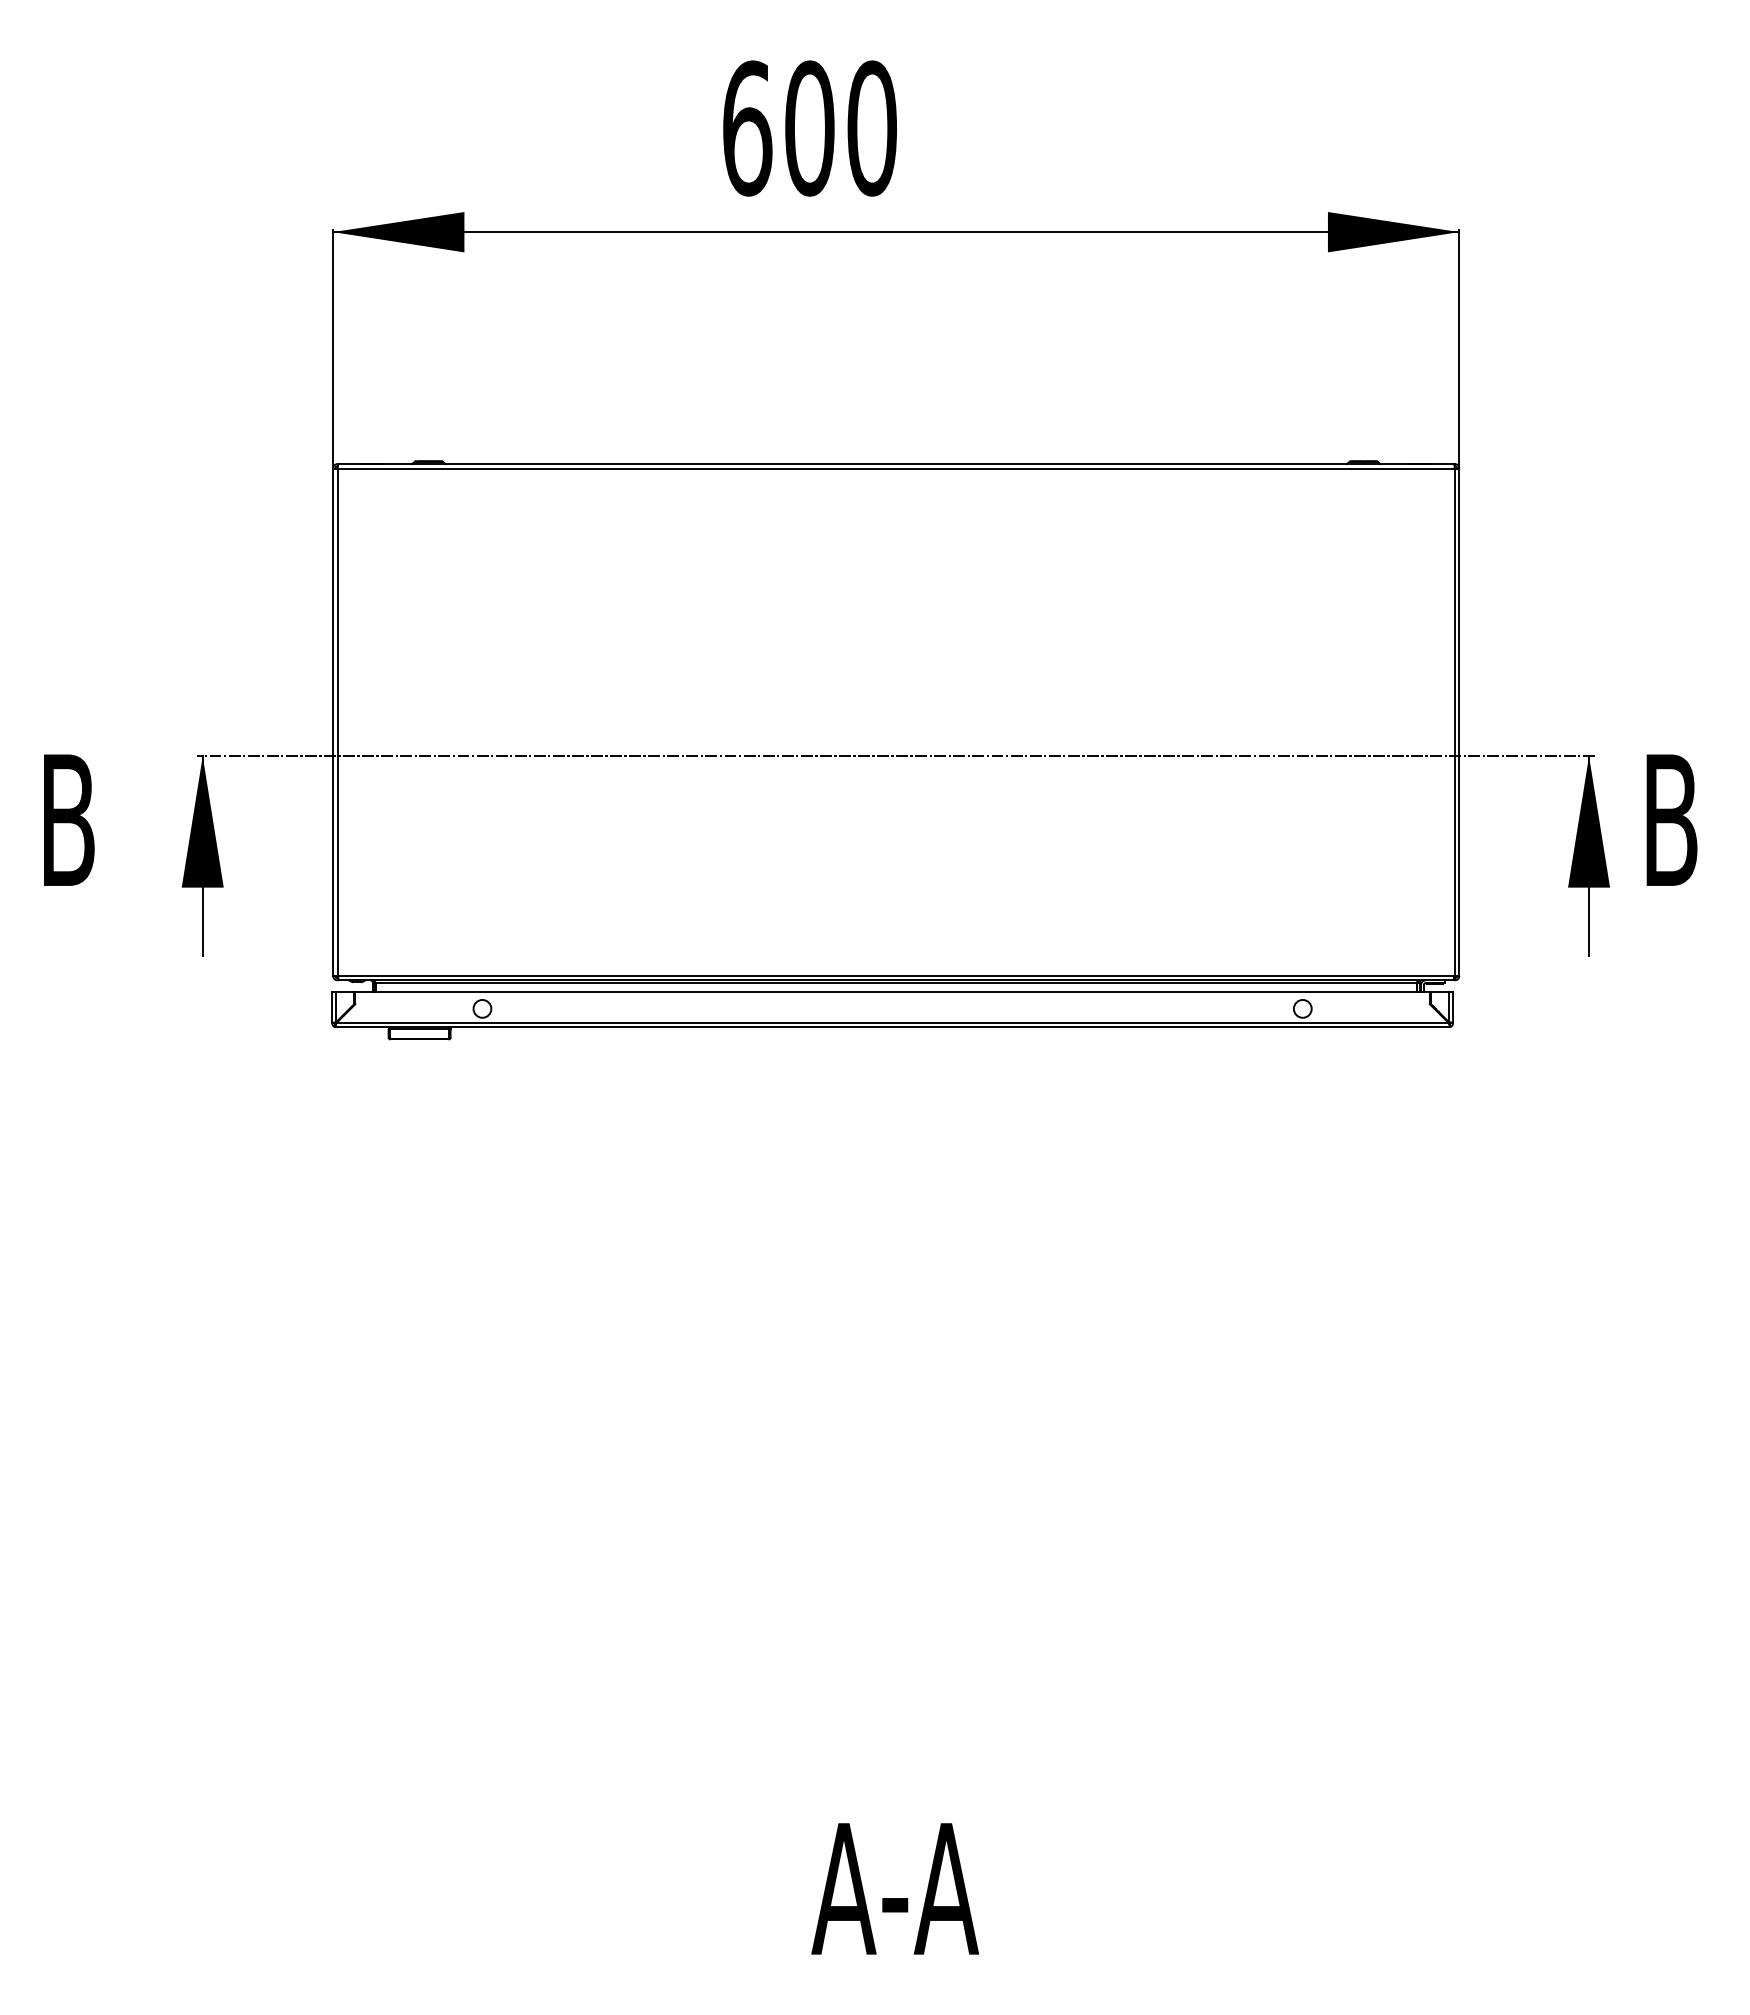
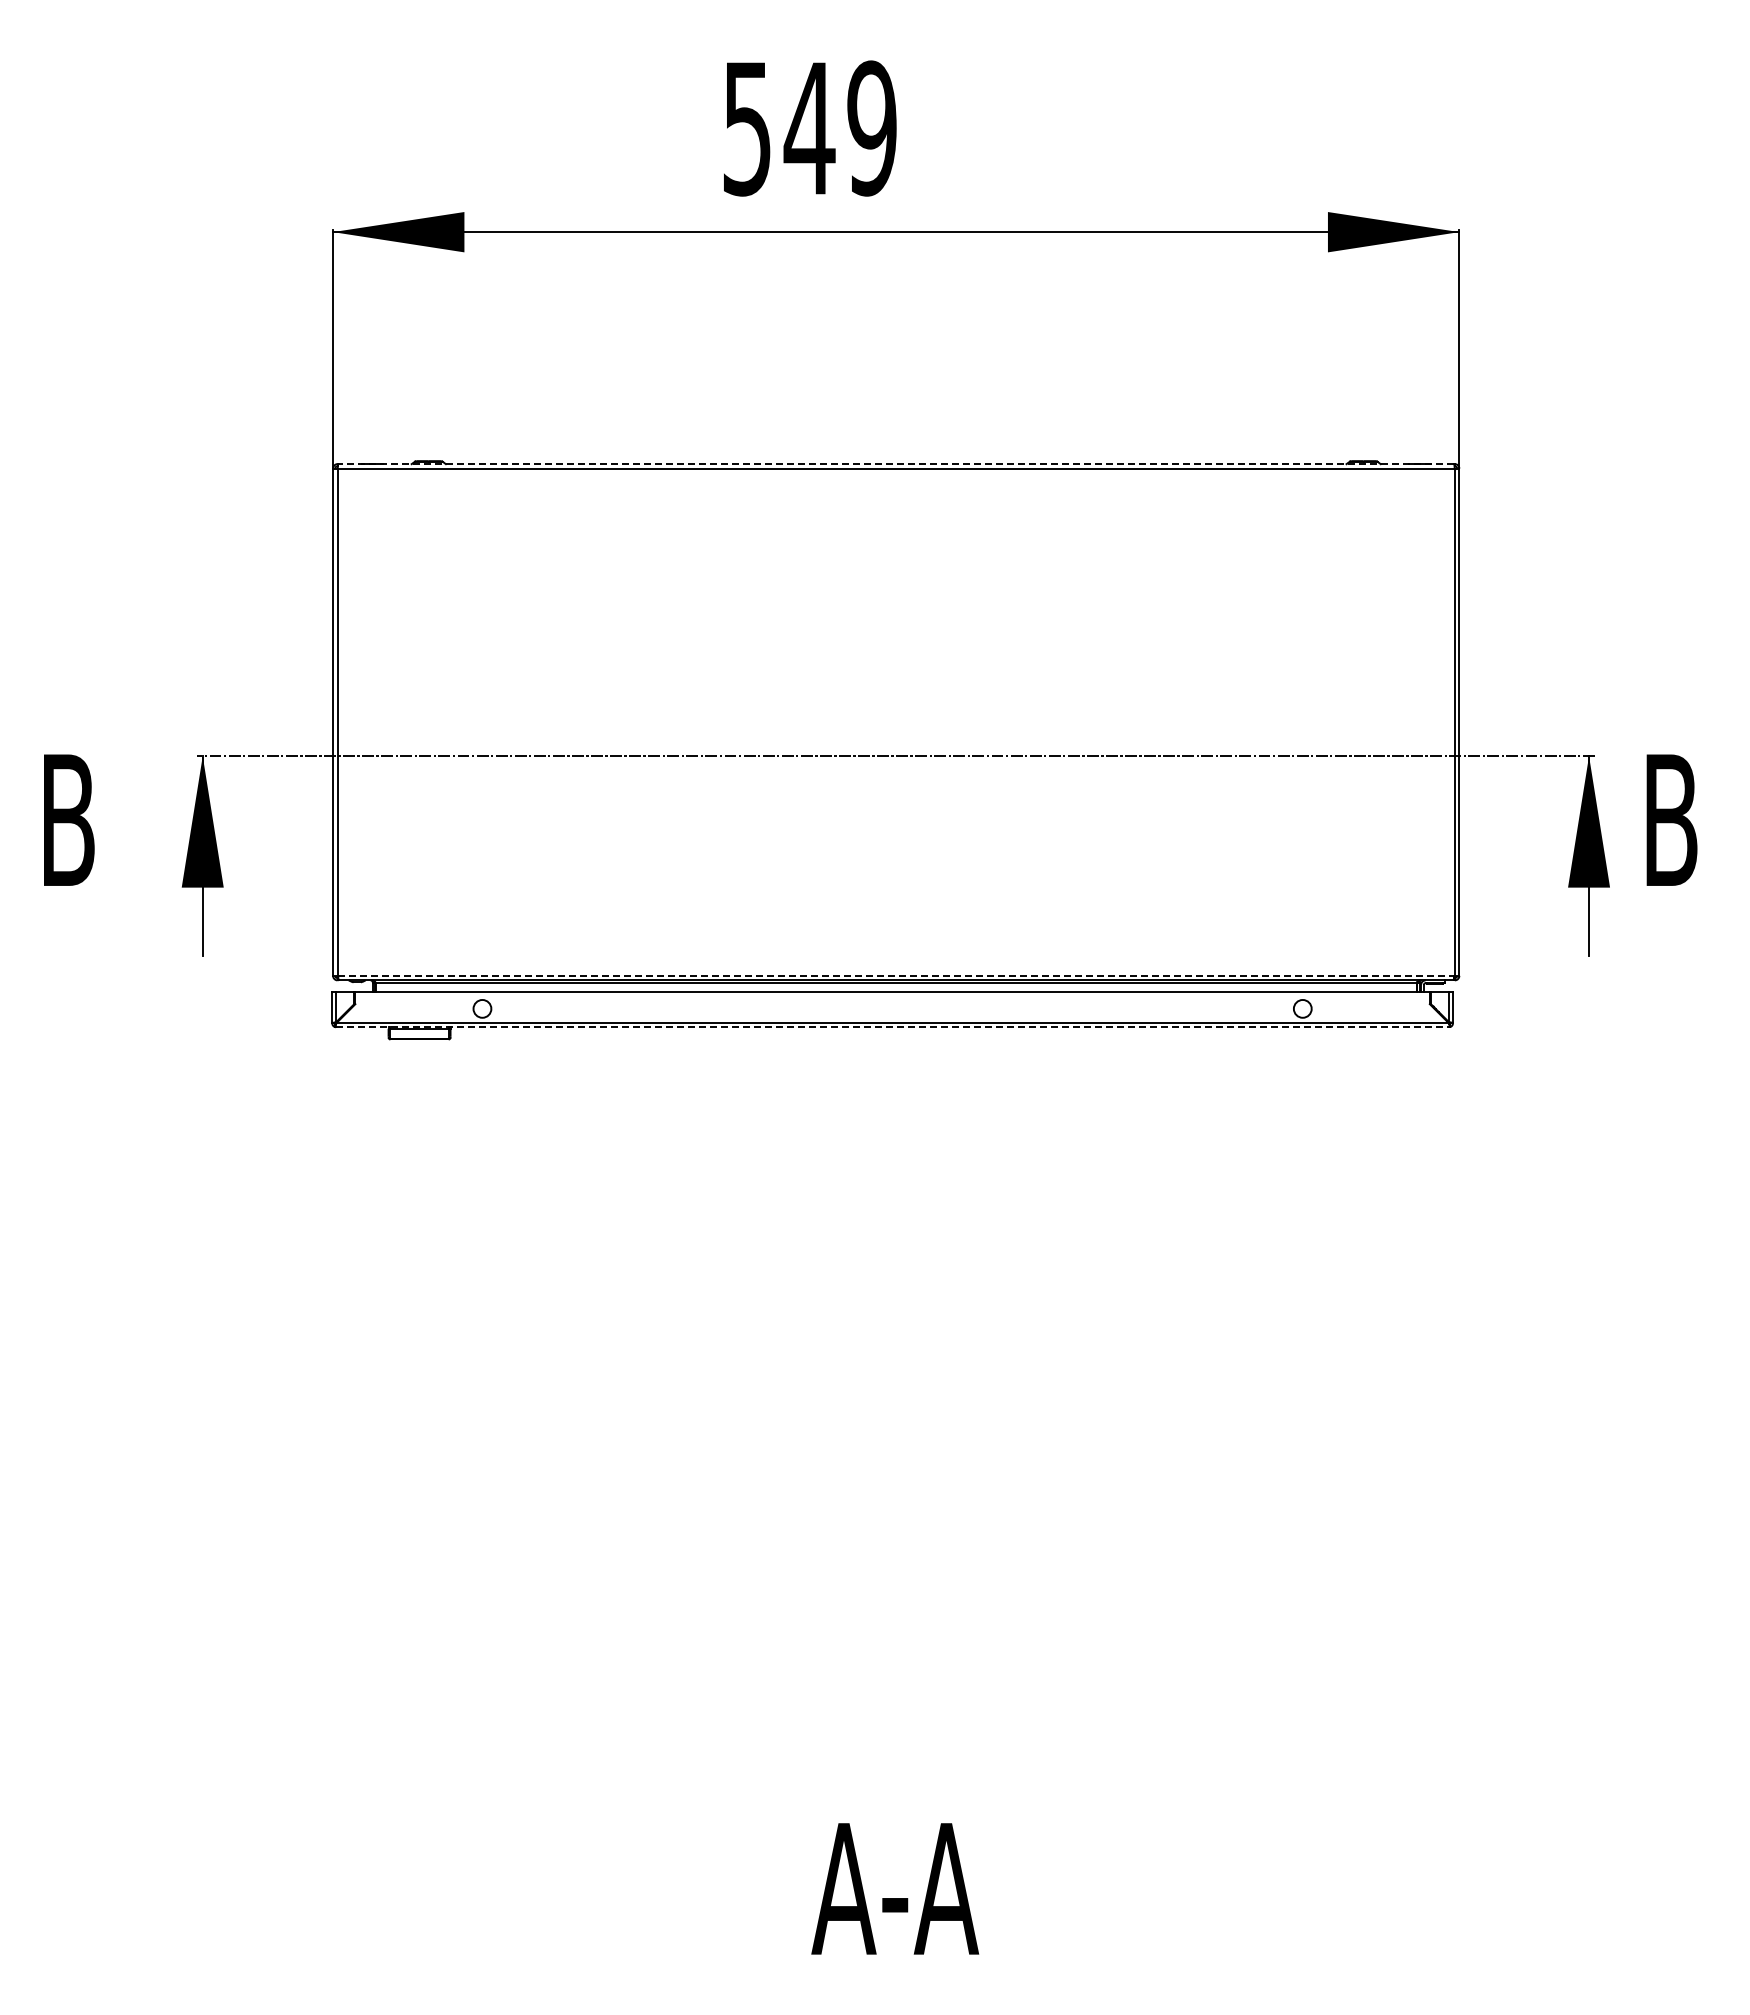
text at (809, 128): 600 -> 549
line at (896, 464): solid -> dashed
line at (896, 975): solid -> dashed
line at (893, 1027): solid -> dashed
